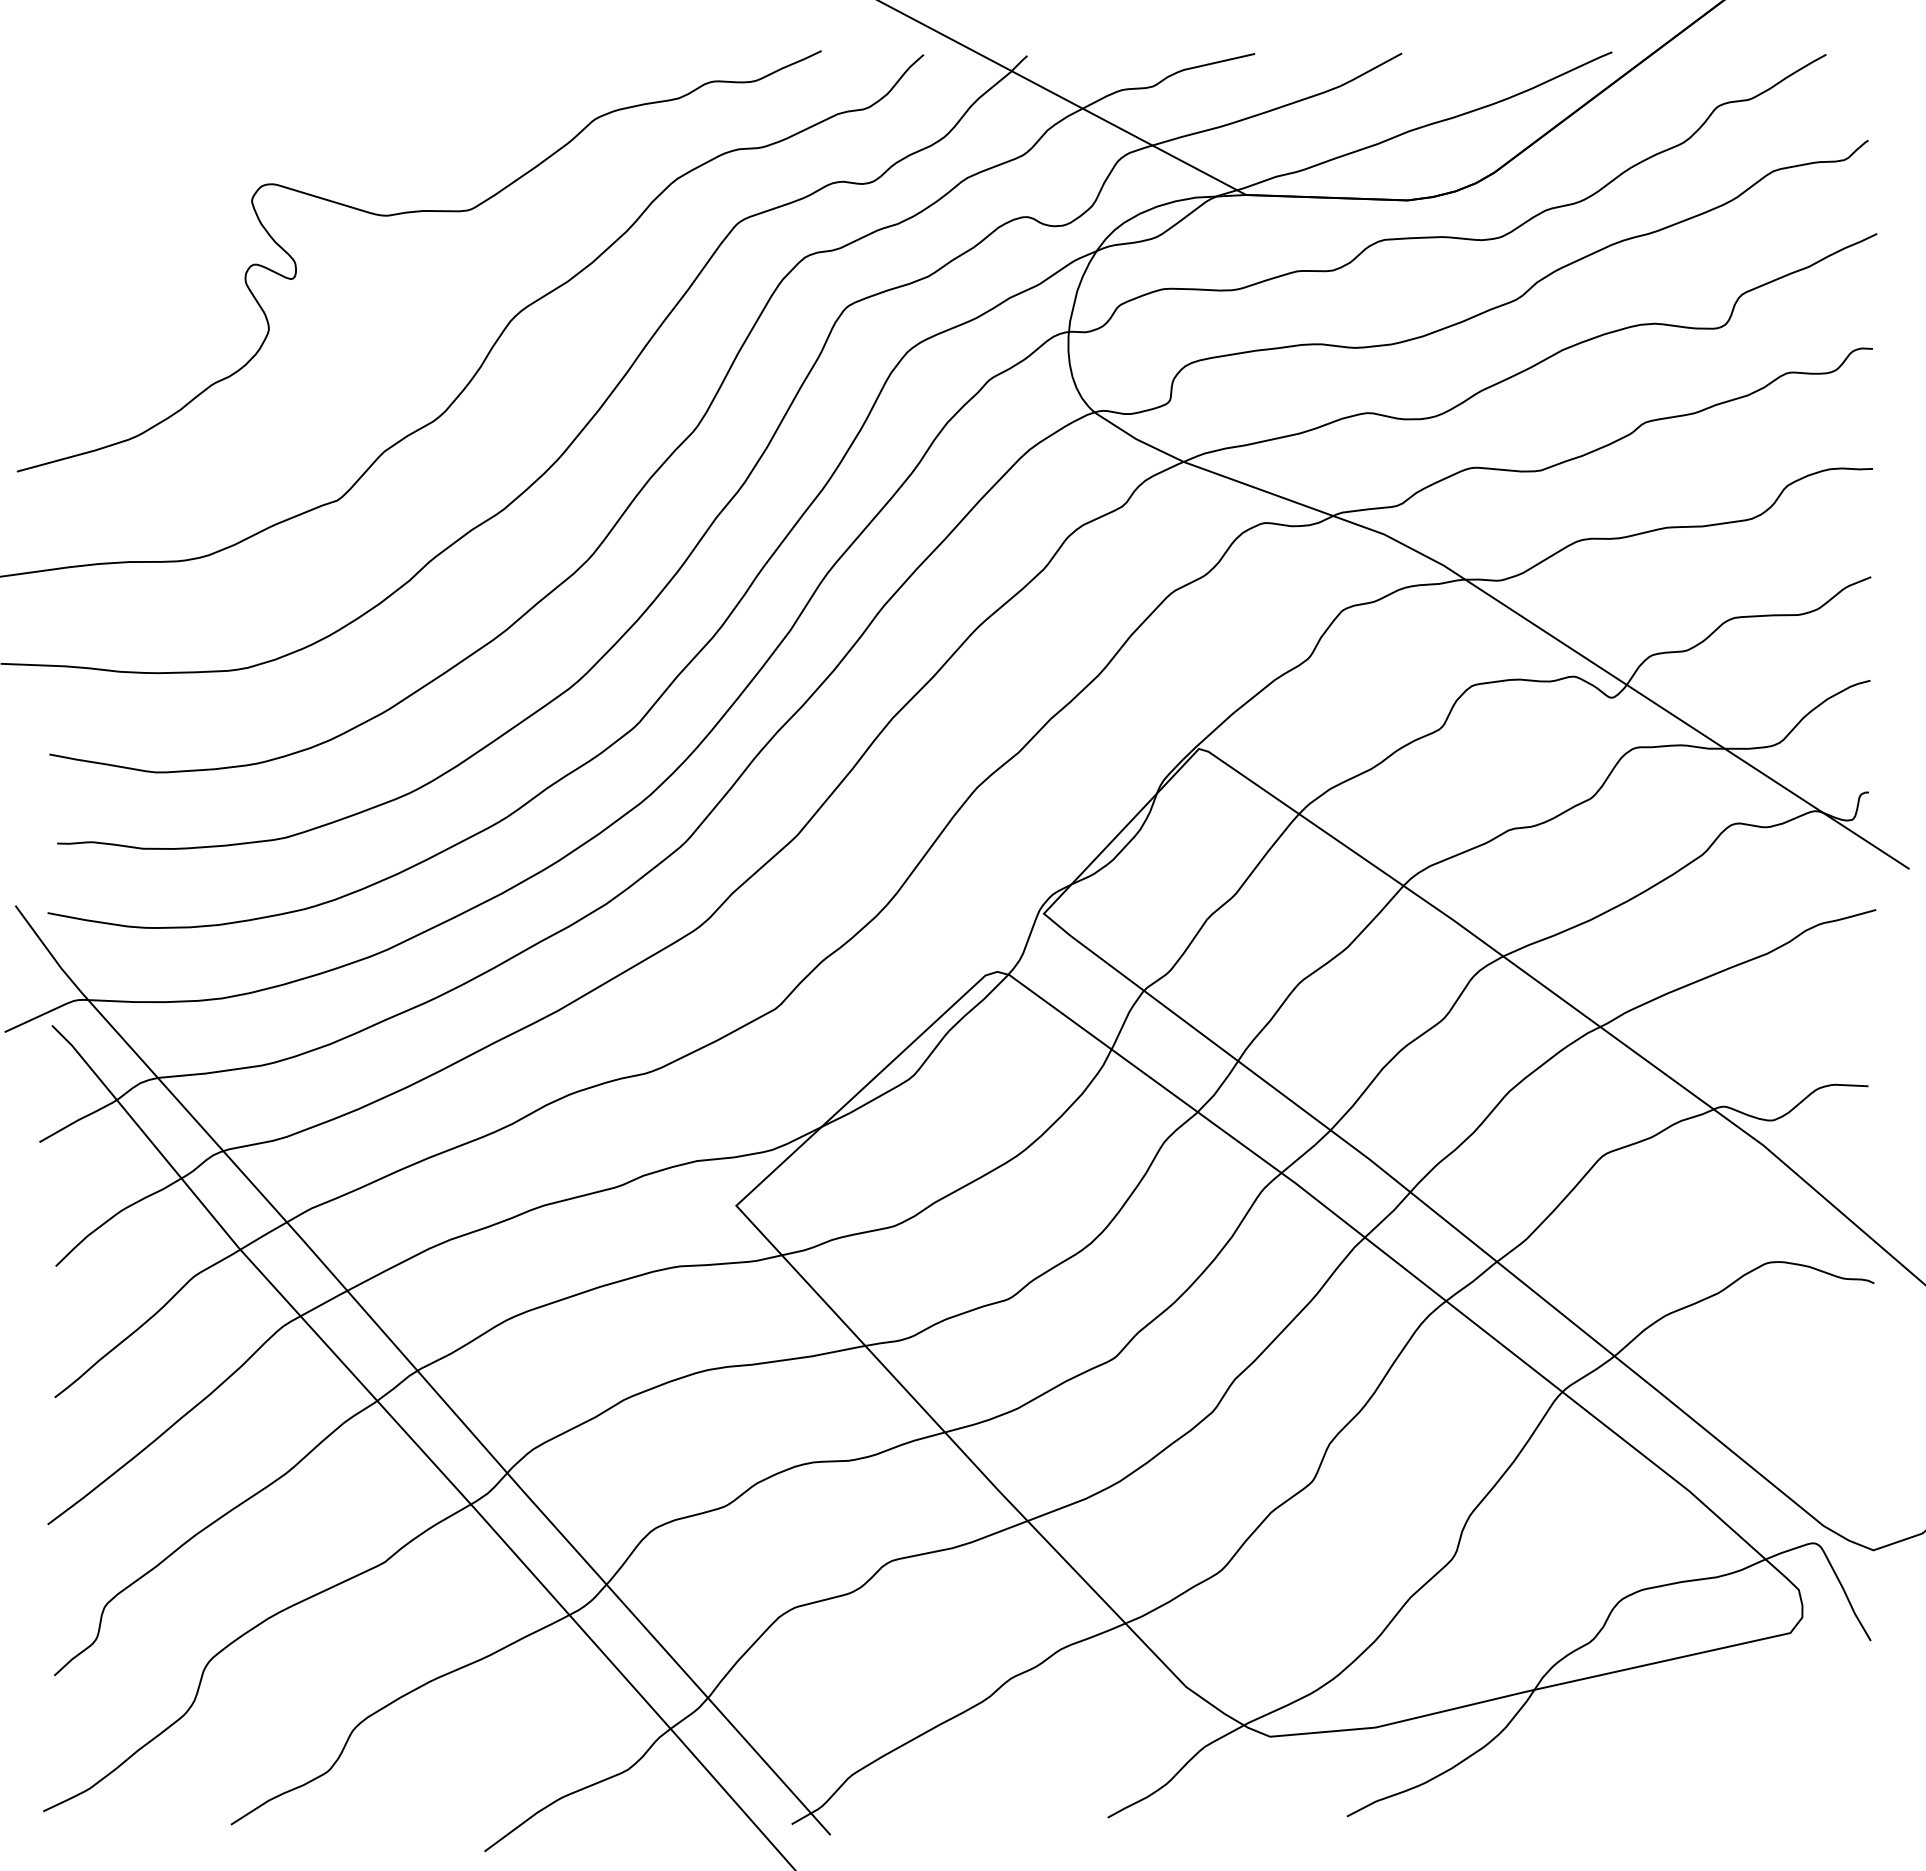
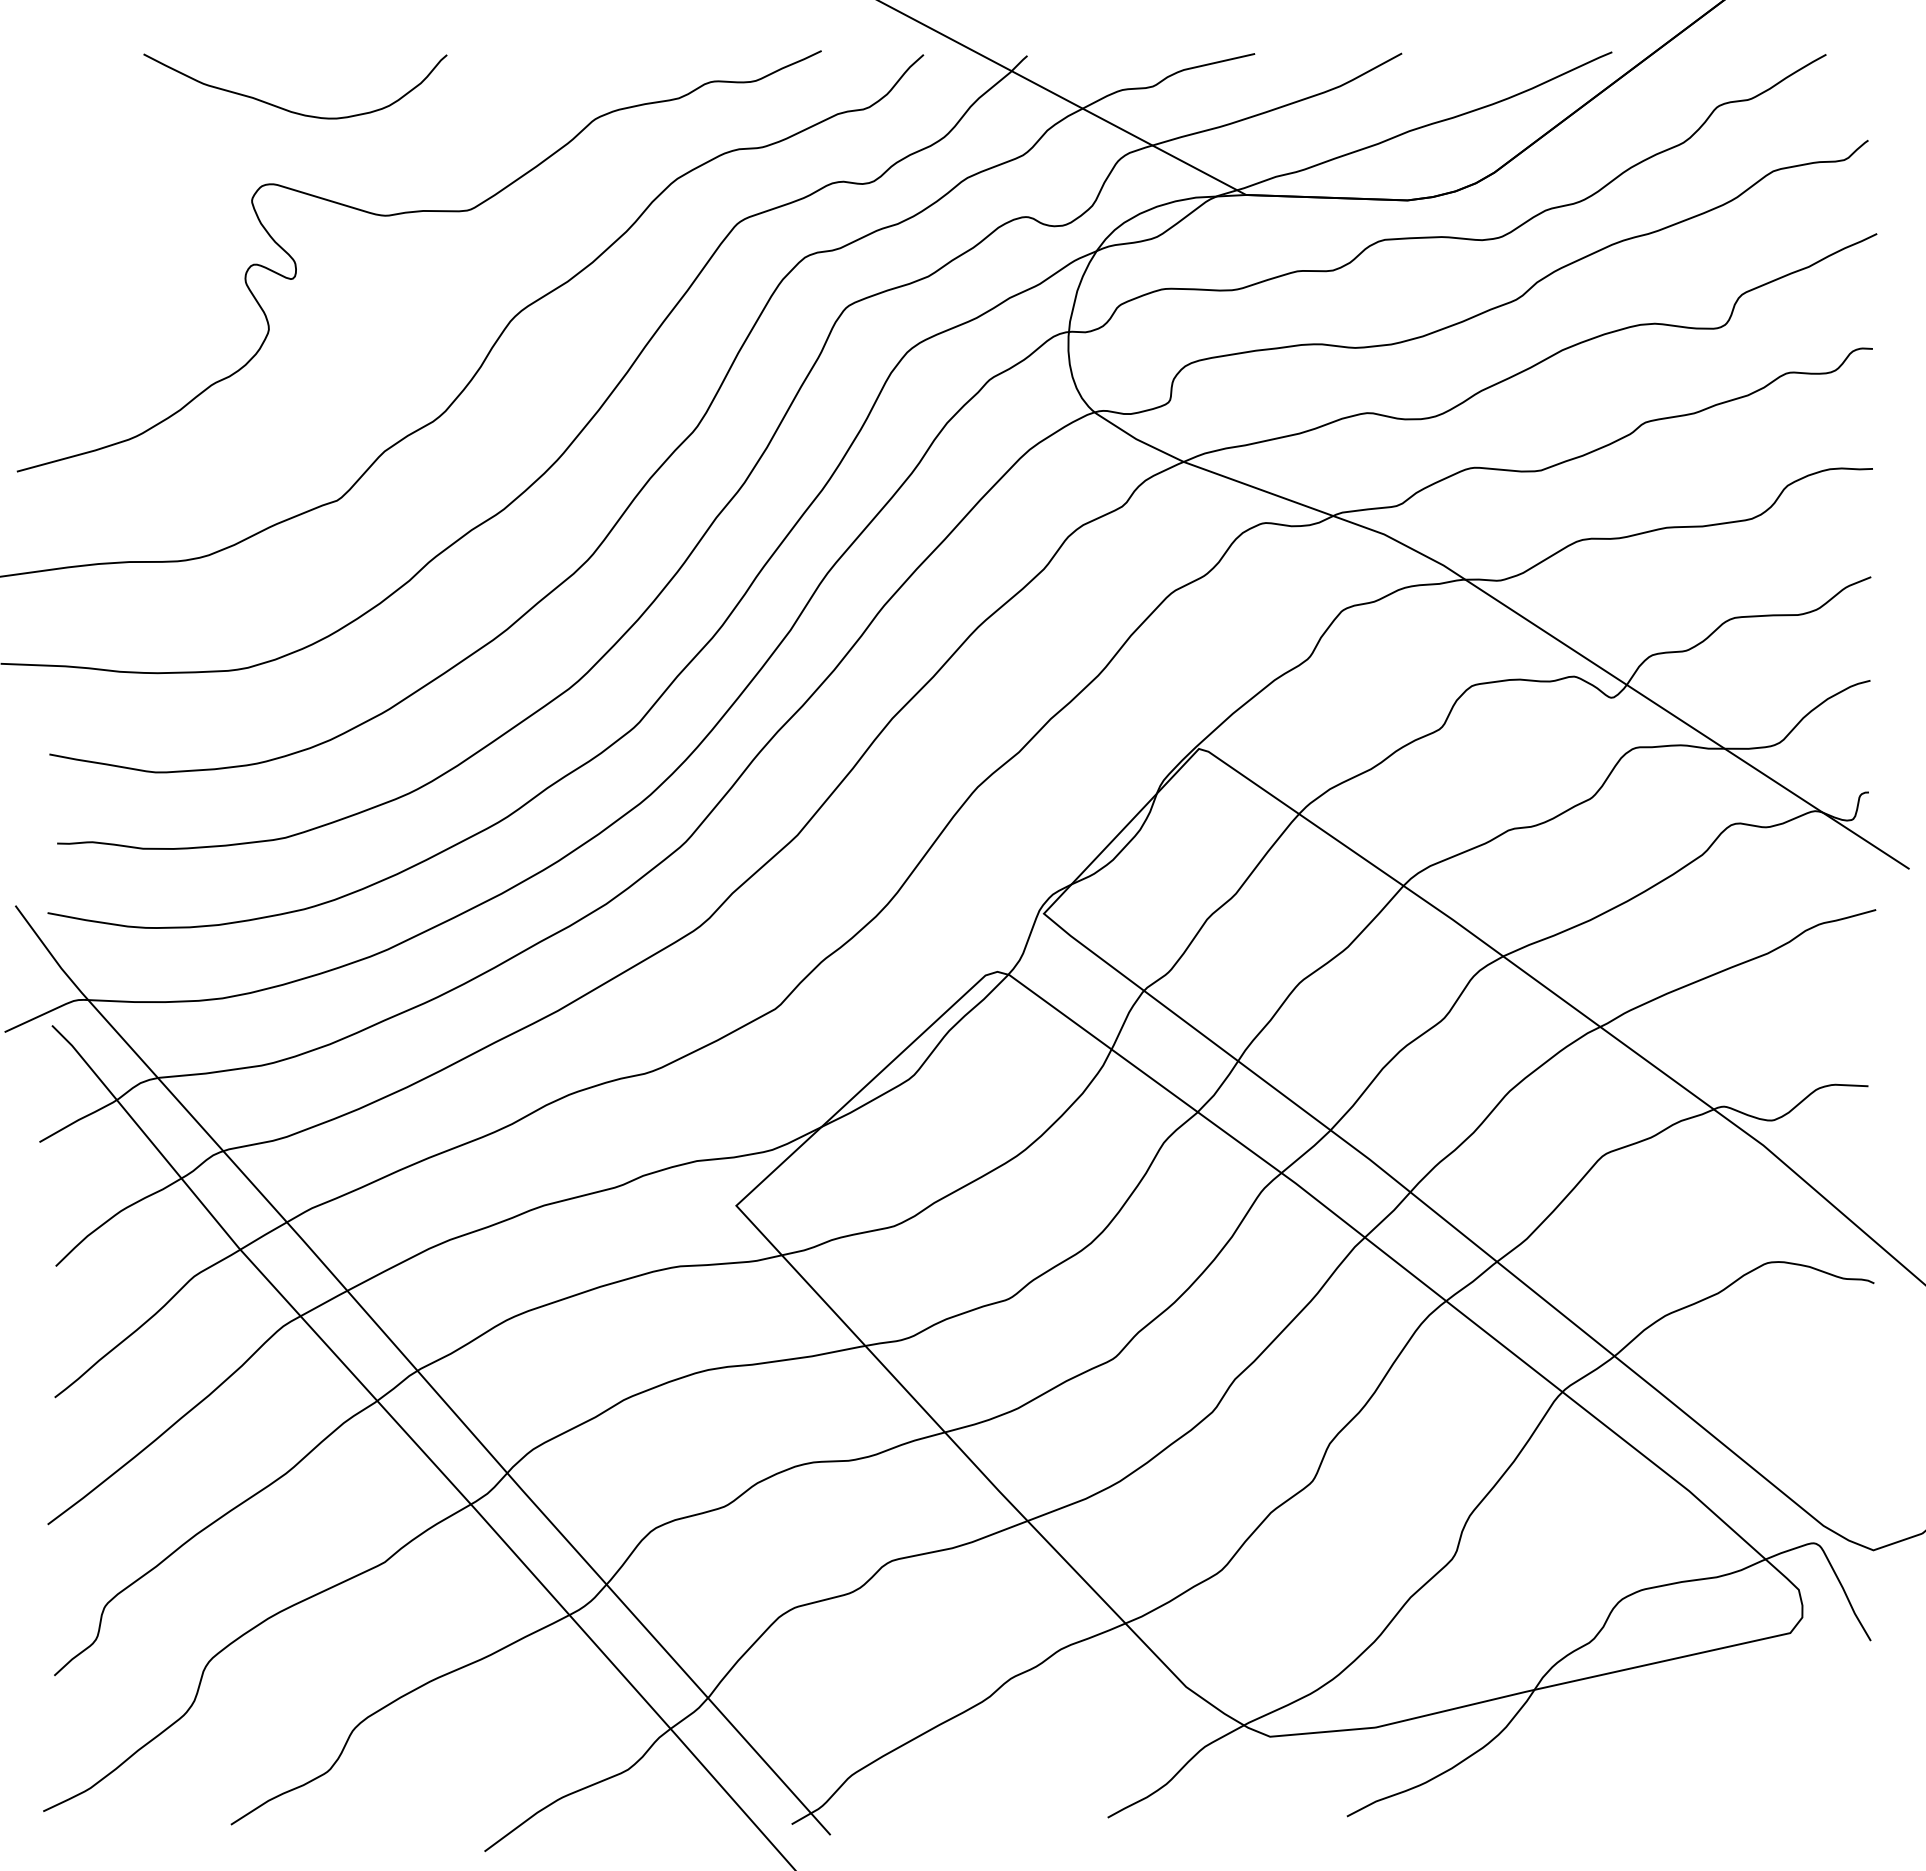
curve at (285, 108): none -> present
